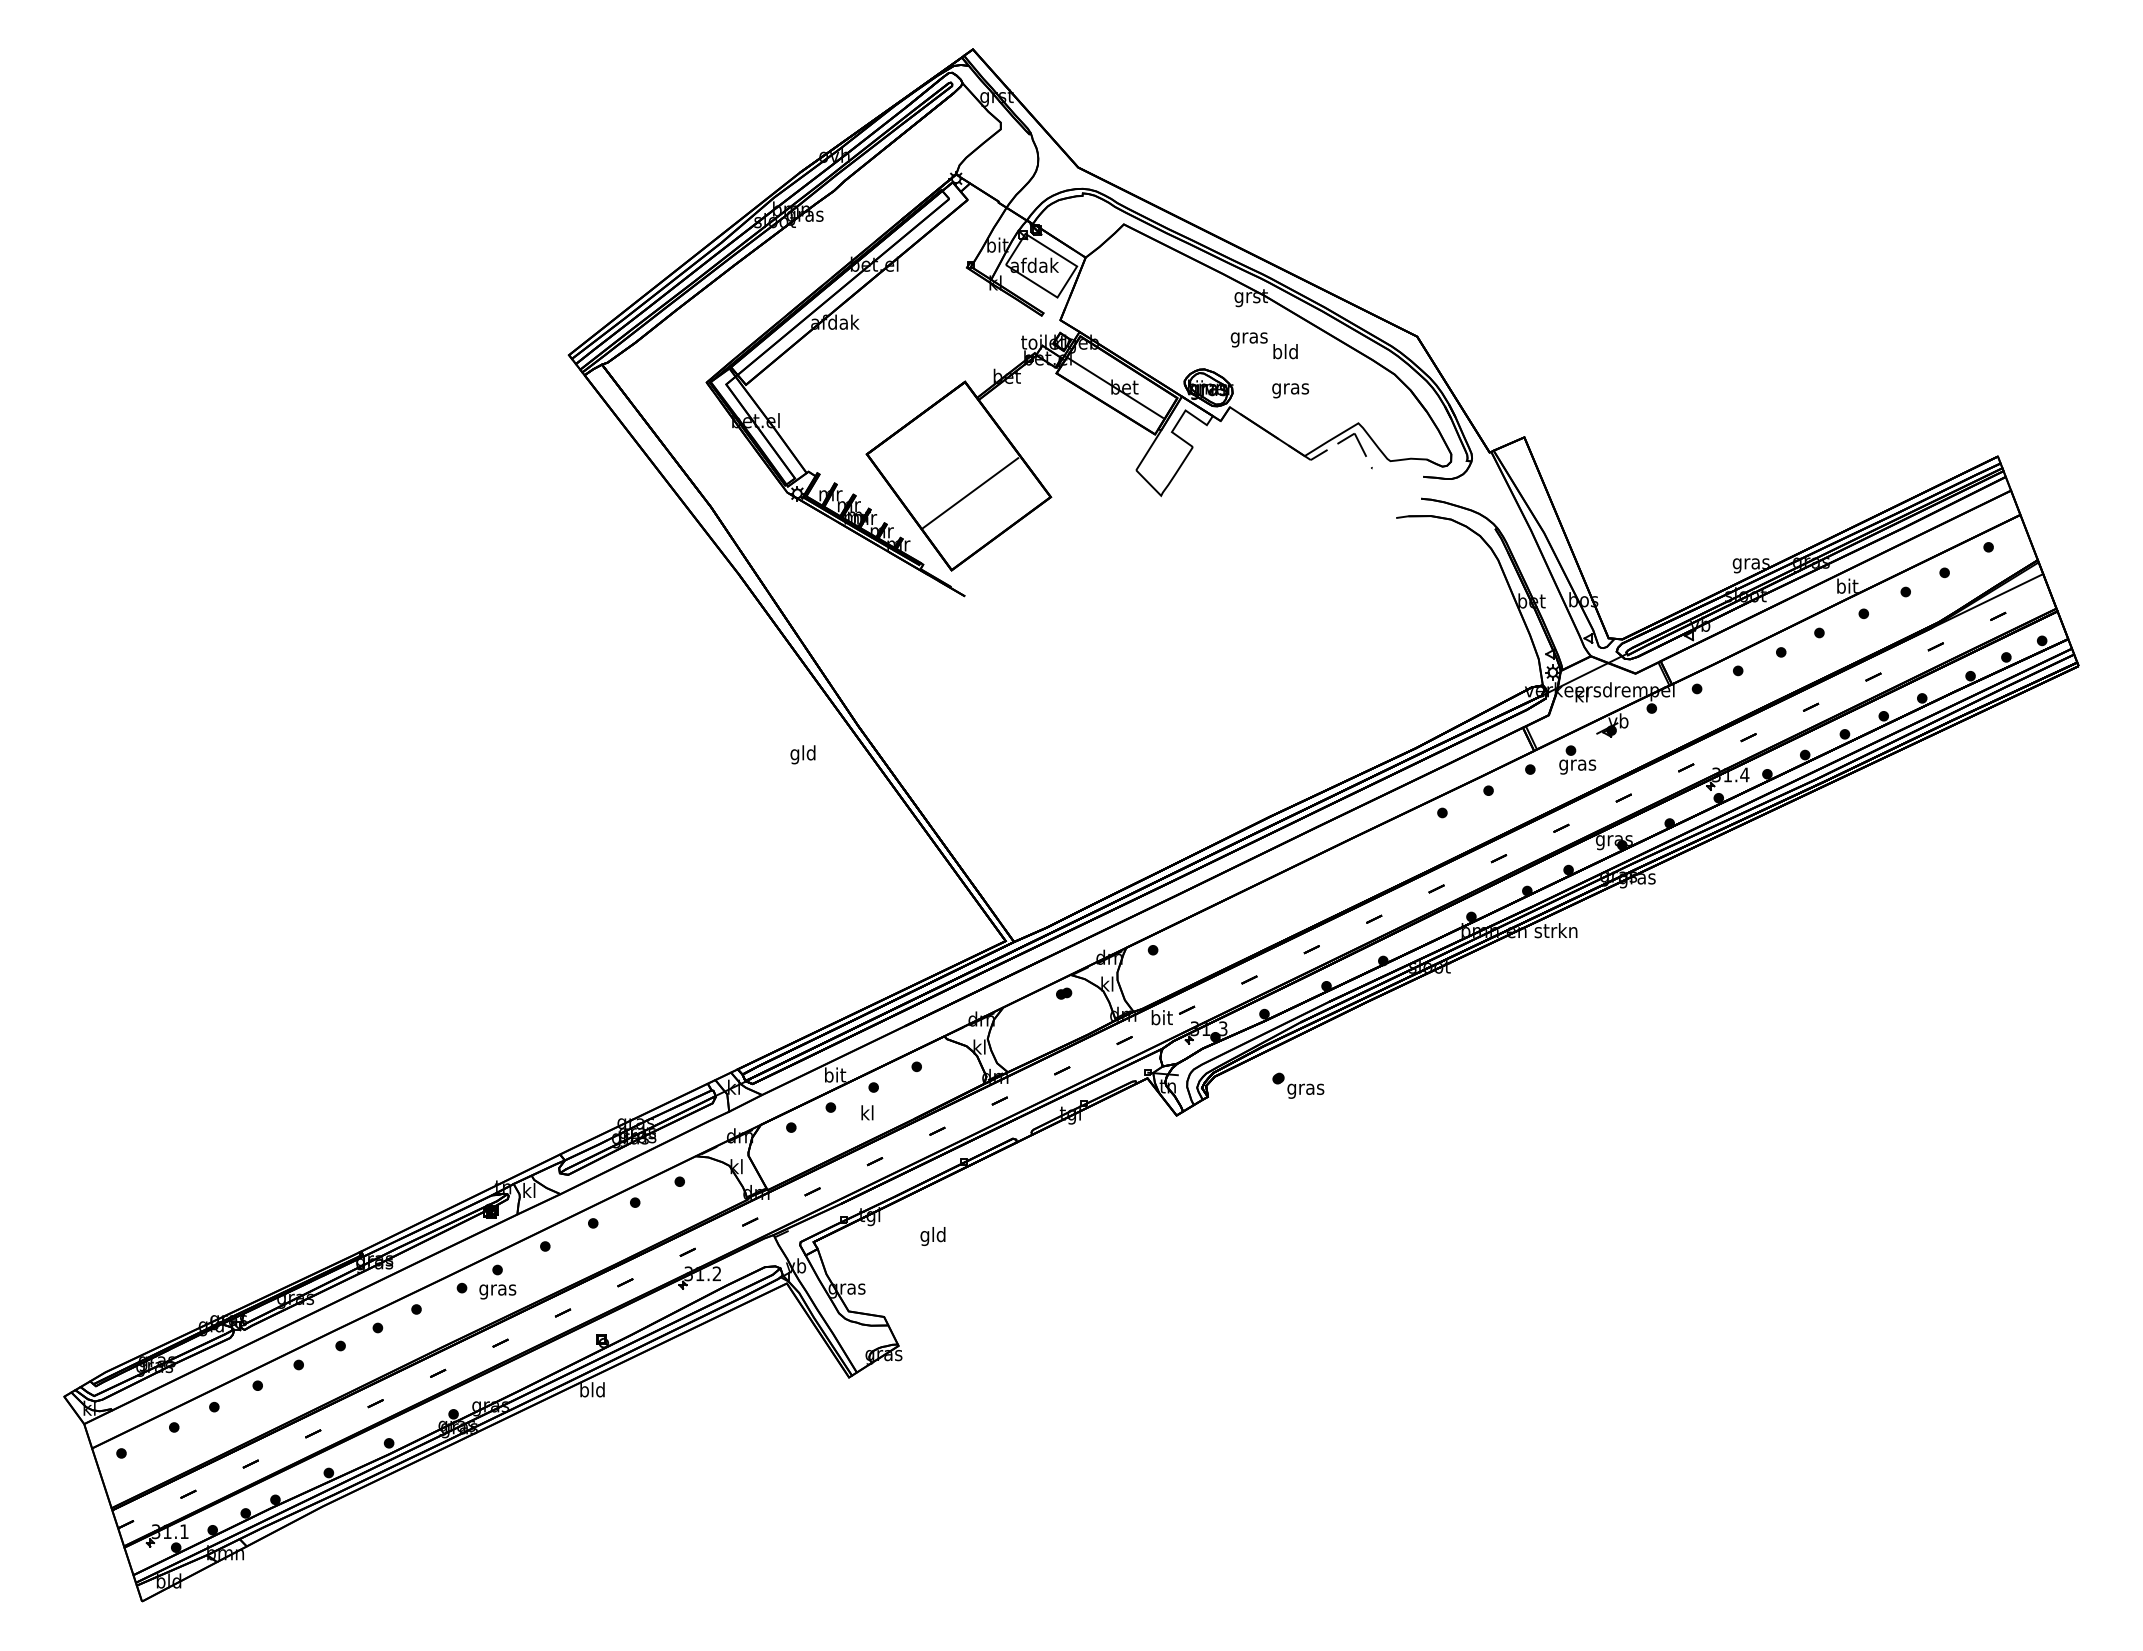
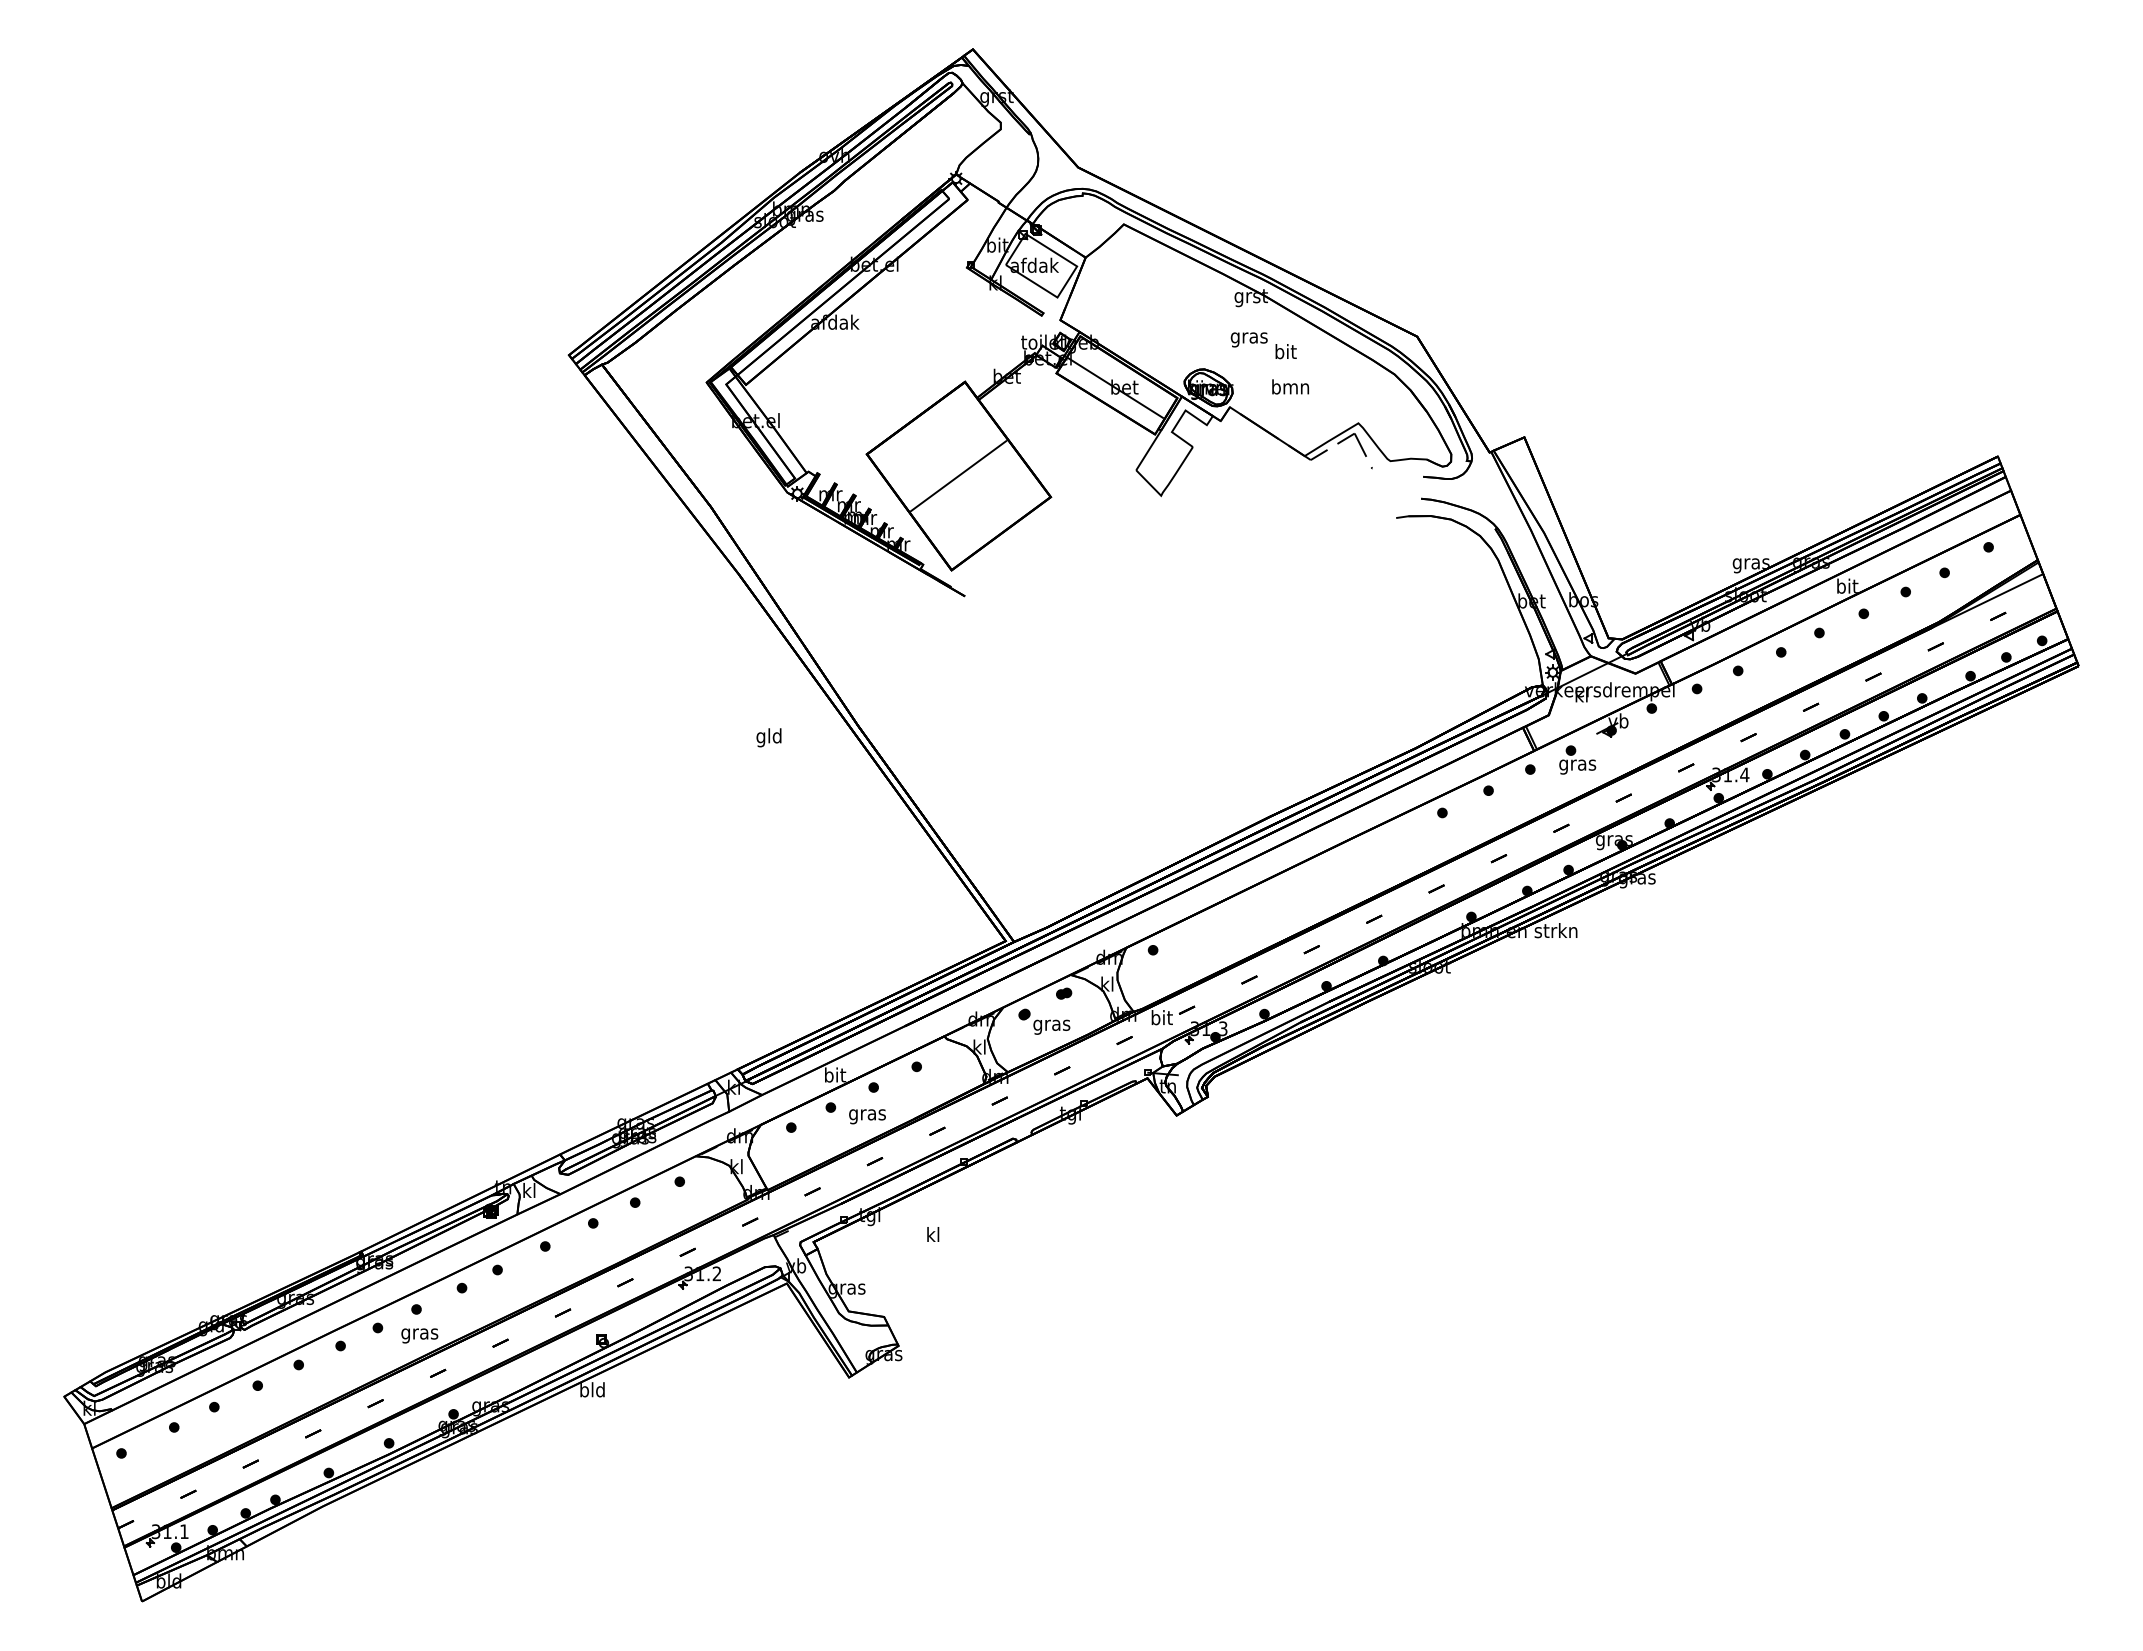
text at (1285, 351): bld -> bit
text at (1290, 388): gras -> bmn
line at (970, 493) position: (970, 493) -> (958, 476)
text at (802, 754) position: (802, 754) -> (768, 737)
part at (1298, 1085) position: (1298, 1085) -> (1044, 1021)
text at (867, 1114): kl -> gras
text at (932, 1236): gld -> kl
text at (497, 1291) position: (497, 1291) -> (419, 1335)
